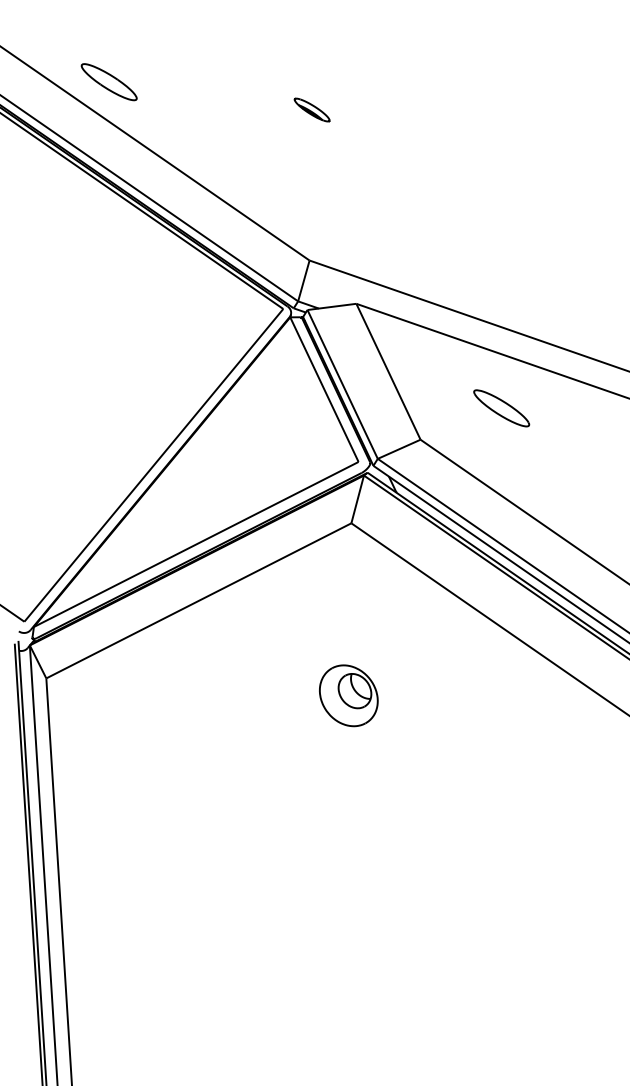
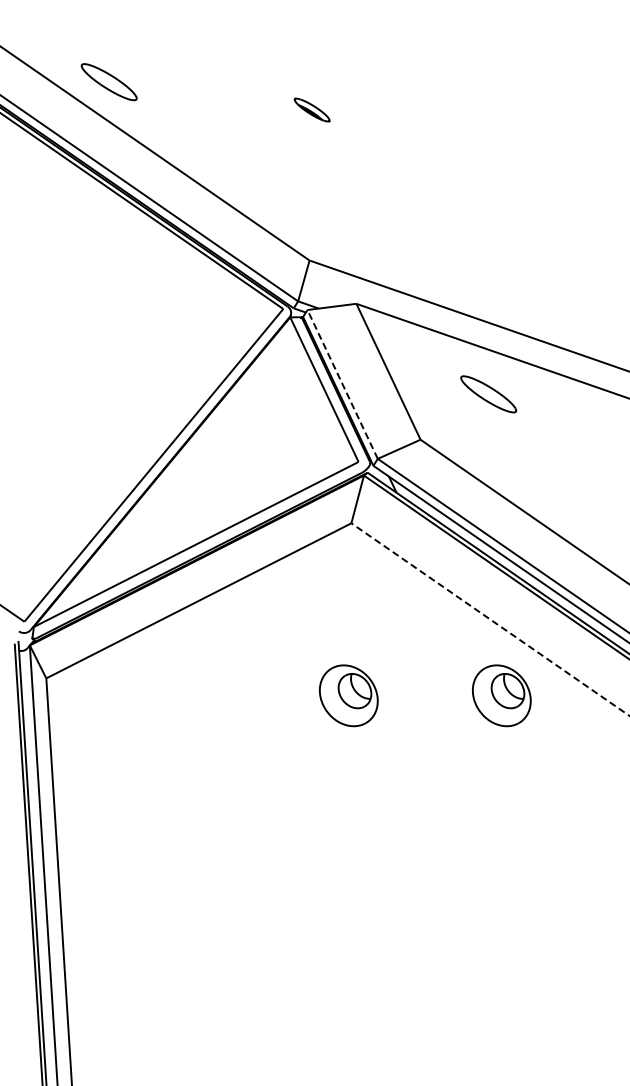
line at (342, 383): solid -> dashed
part at (501, 408) position: (501, 408) -> (488, 394)
line at (490, 619): solid -> dashed
part at (501, 695): none -> present
